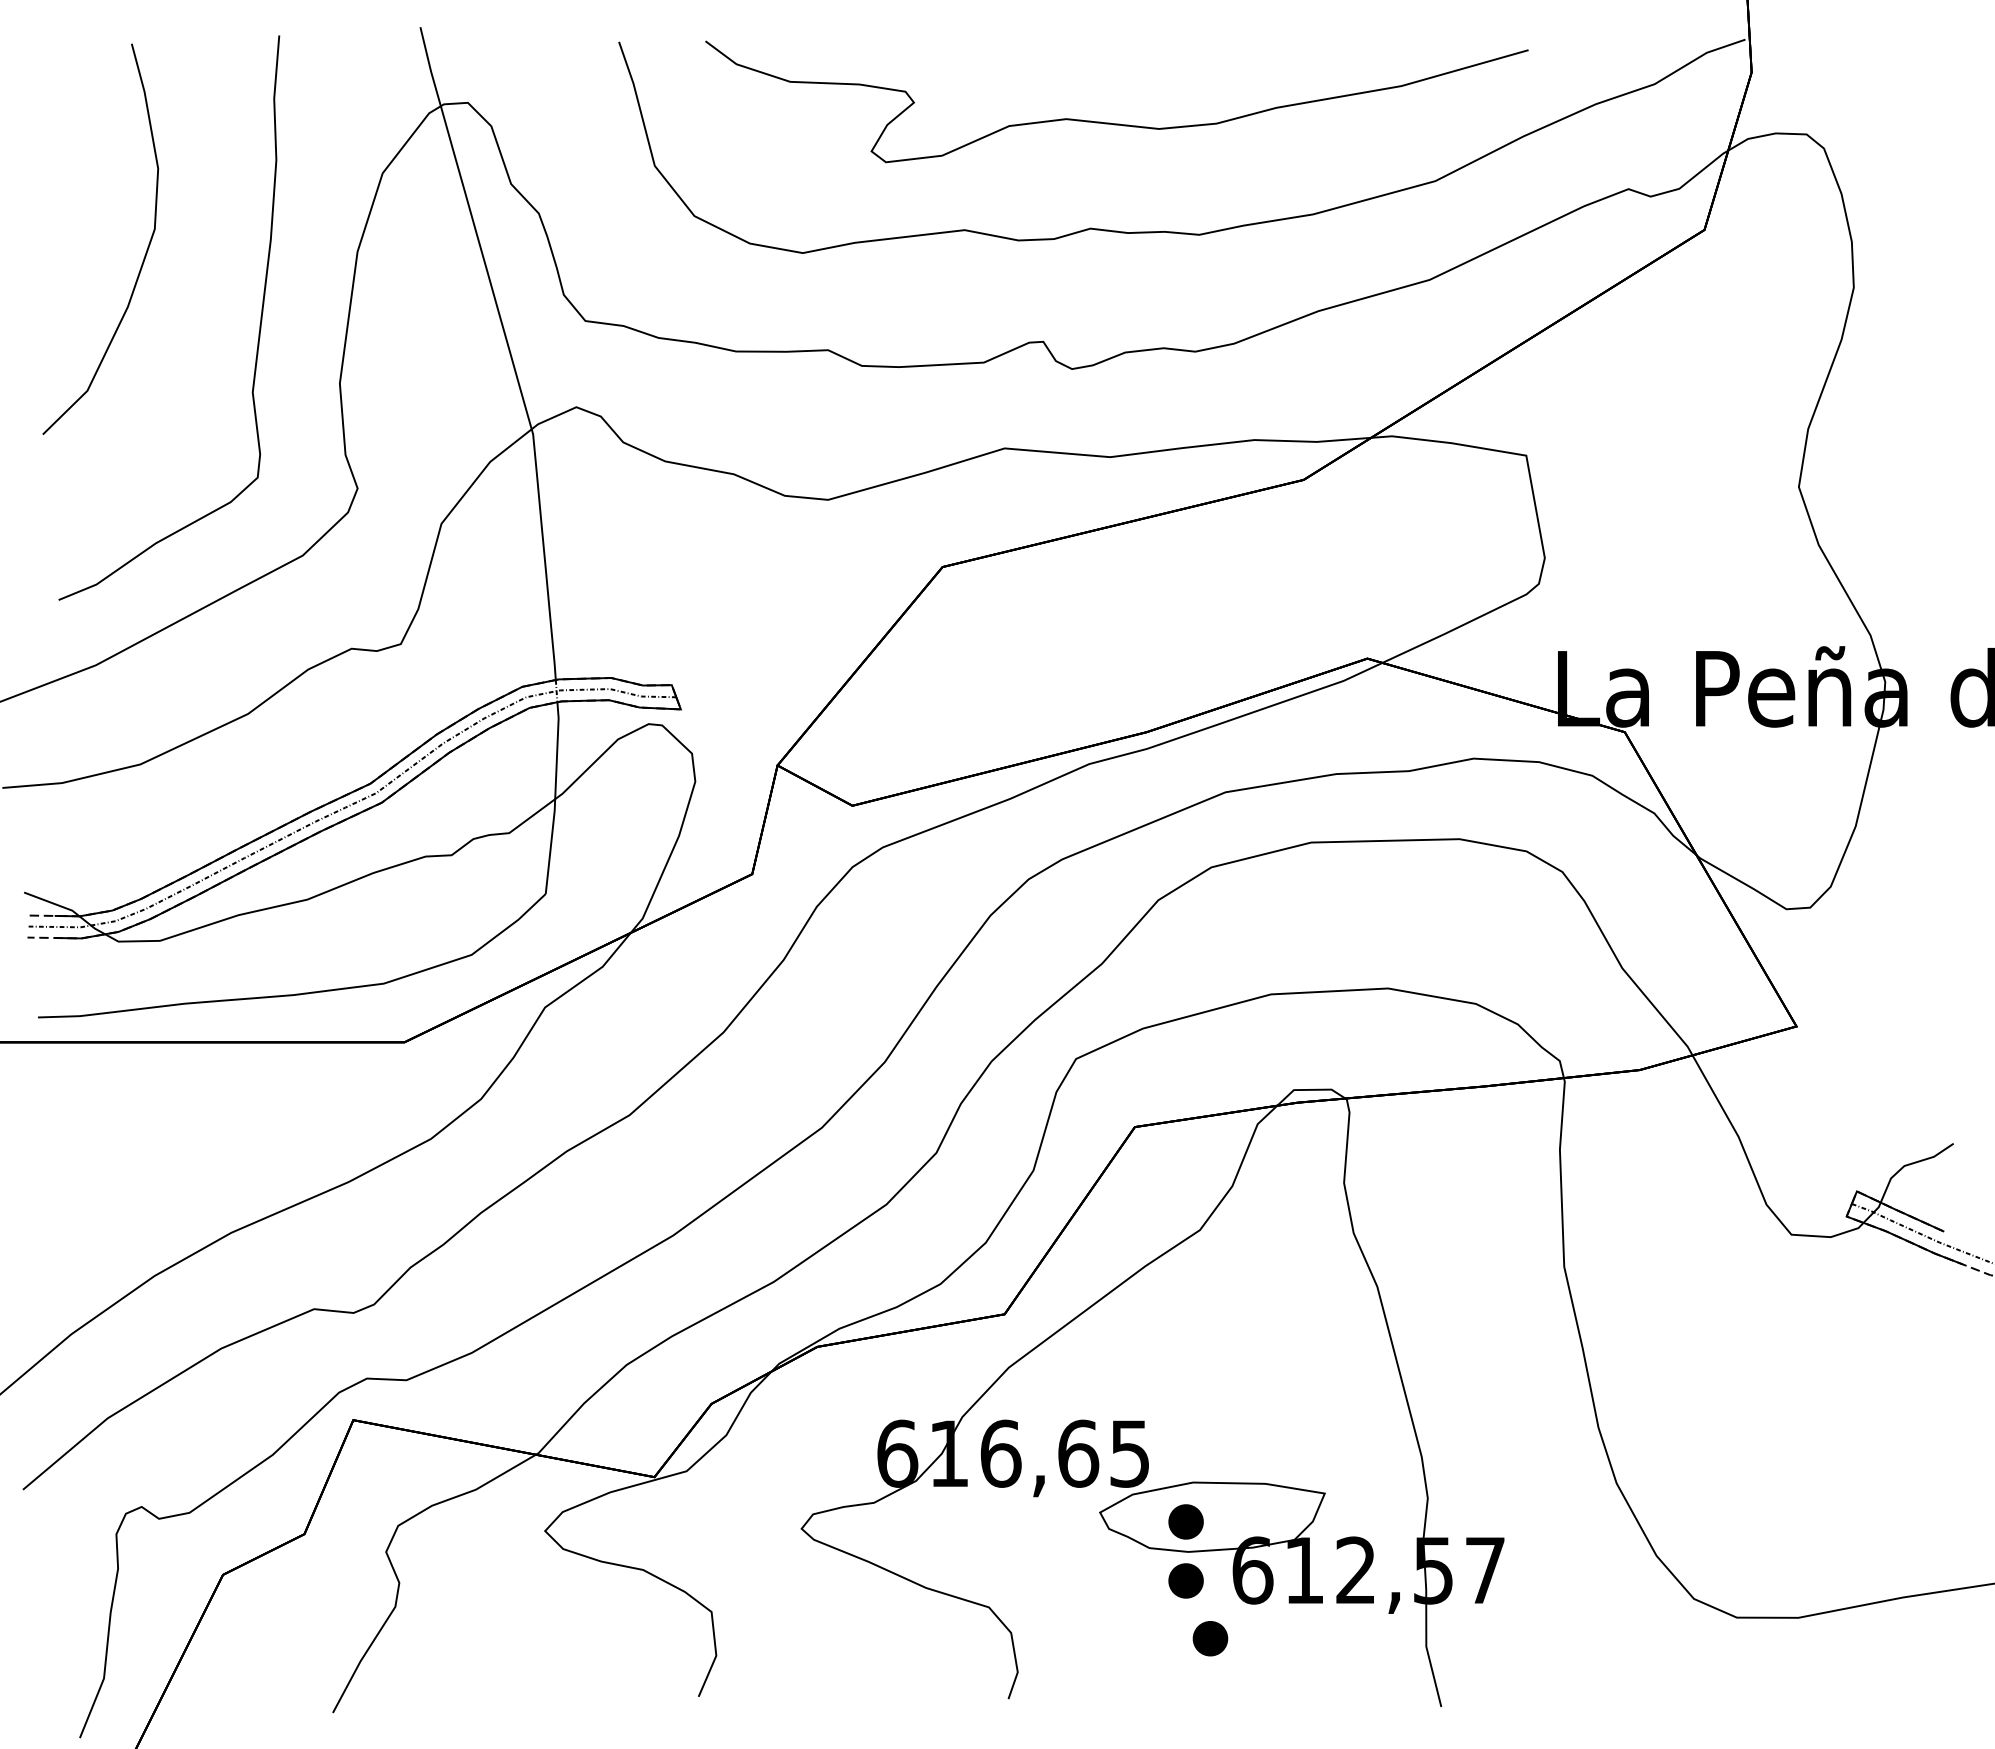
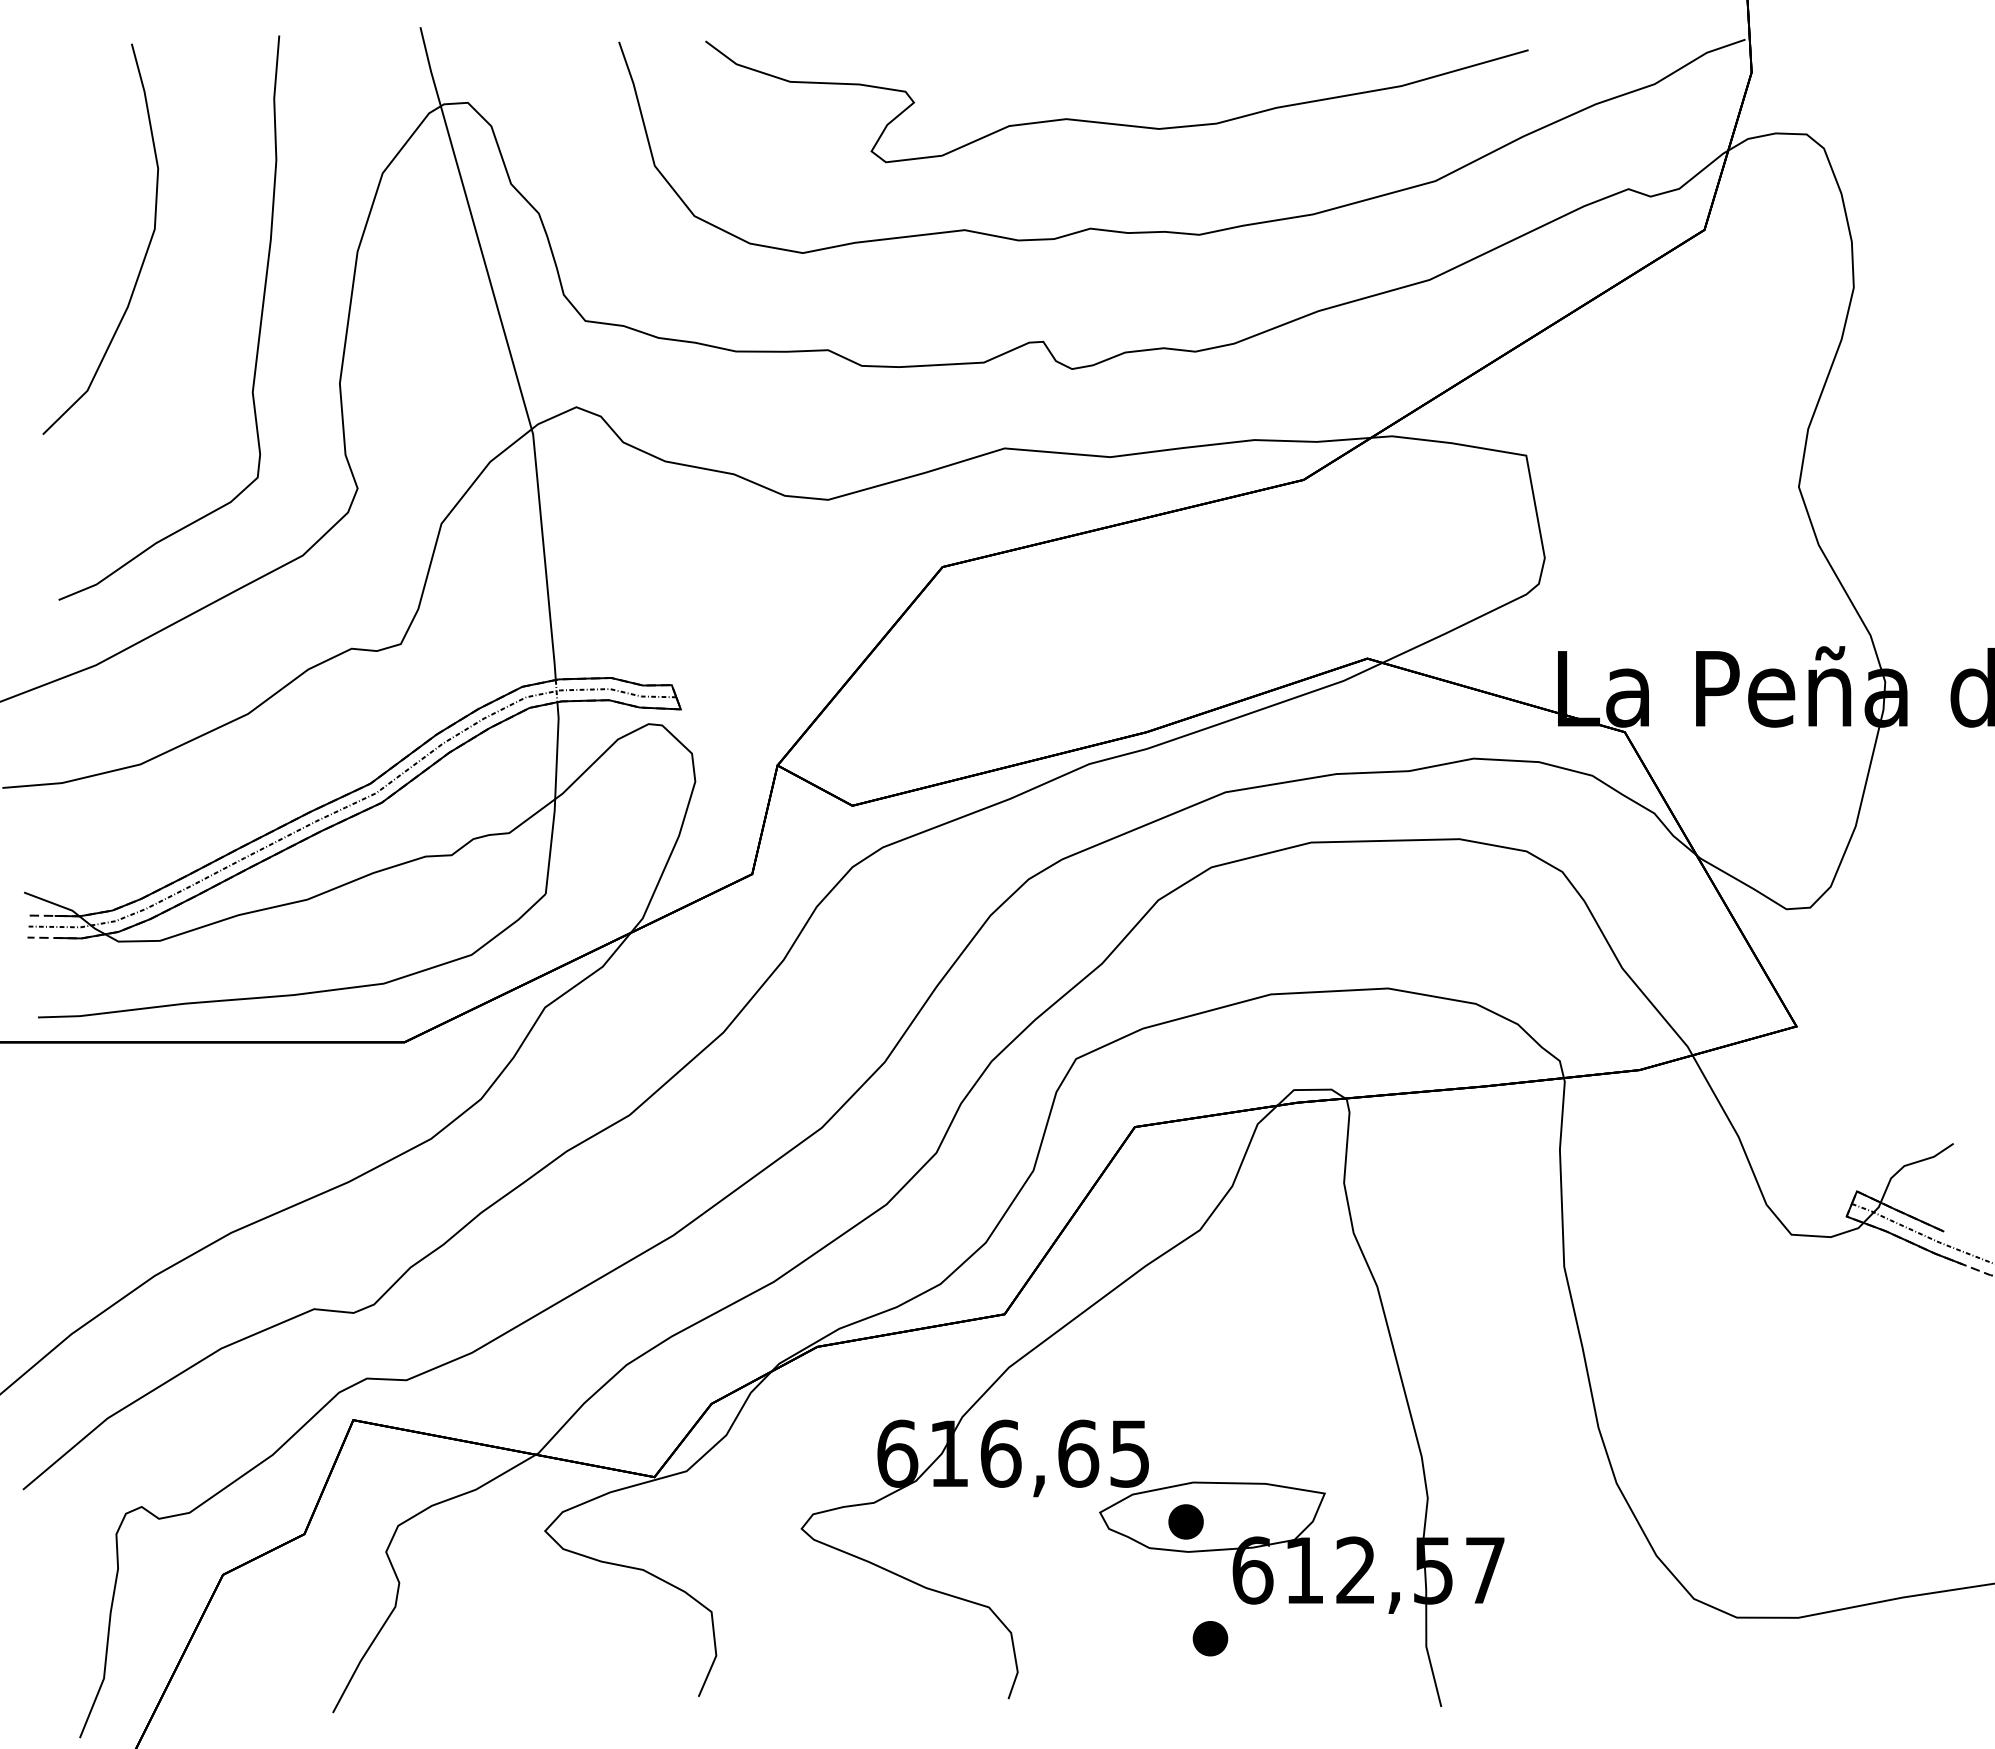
part at (1185, 1580): present -> none
